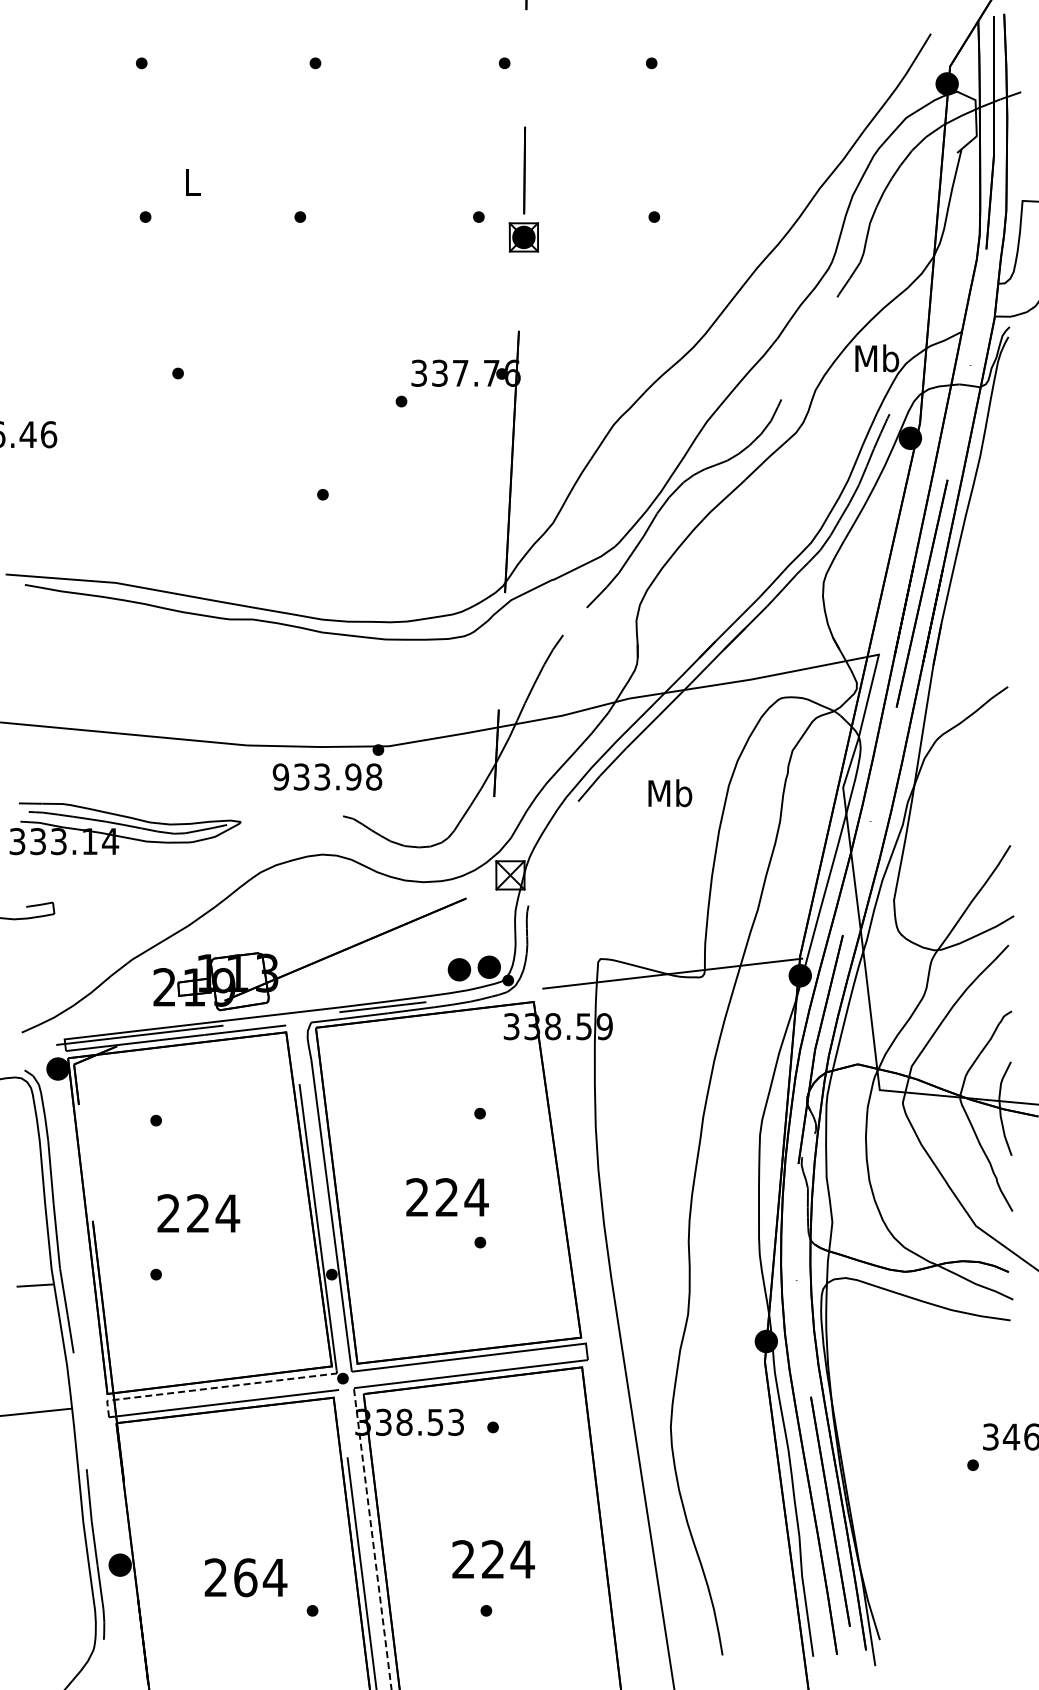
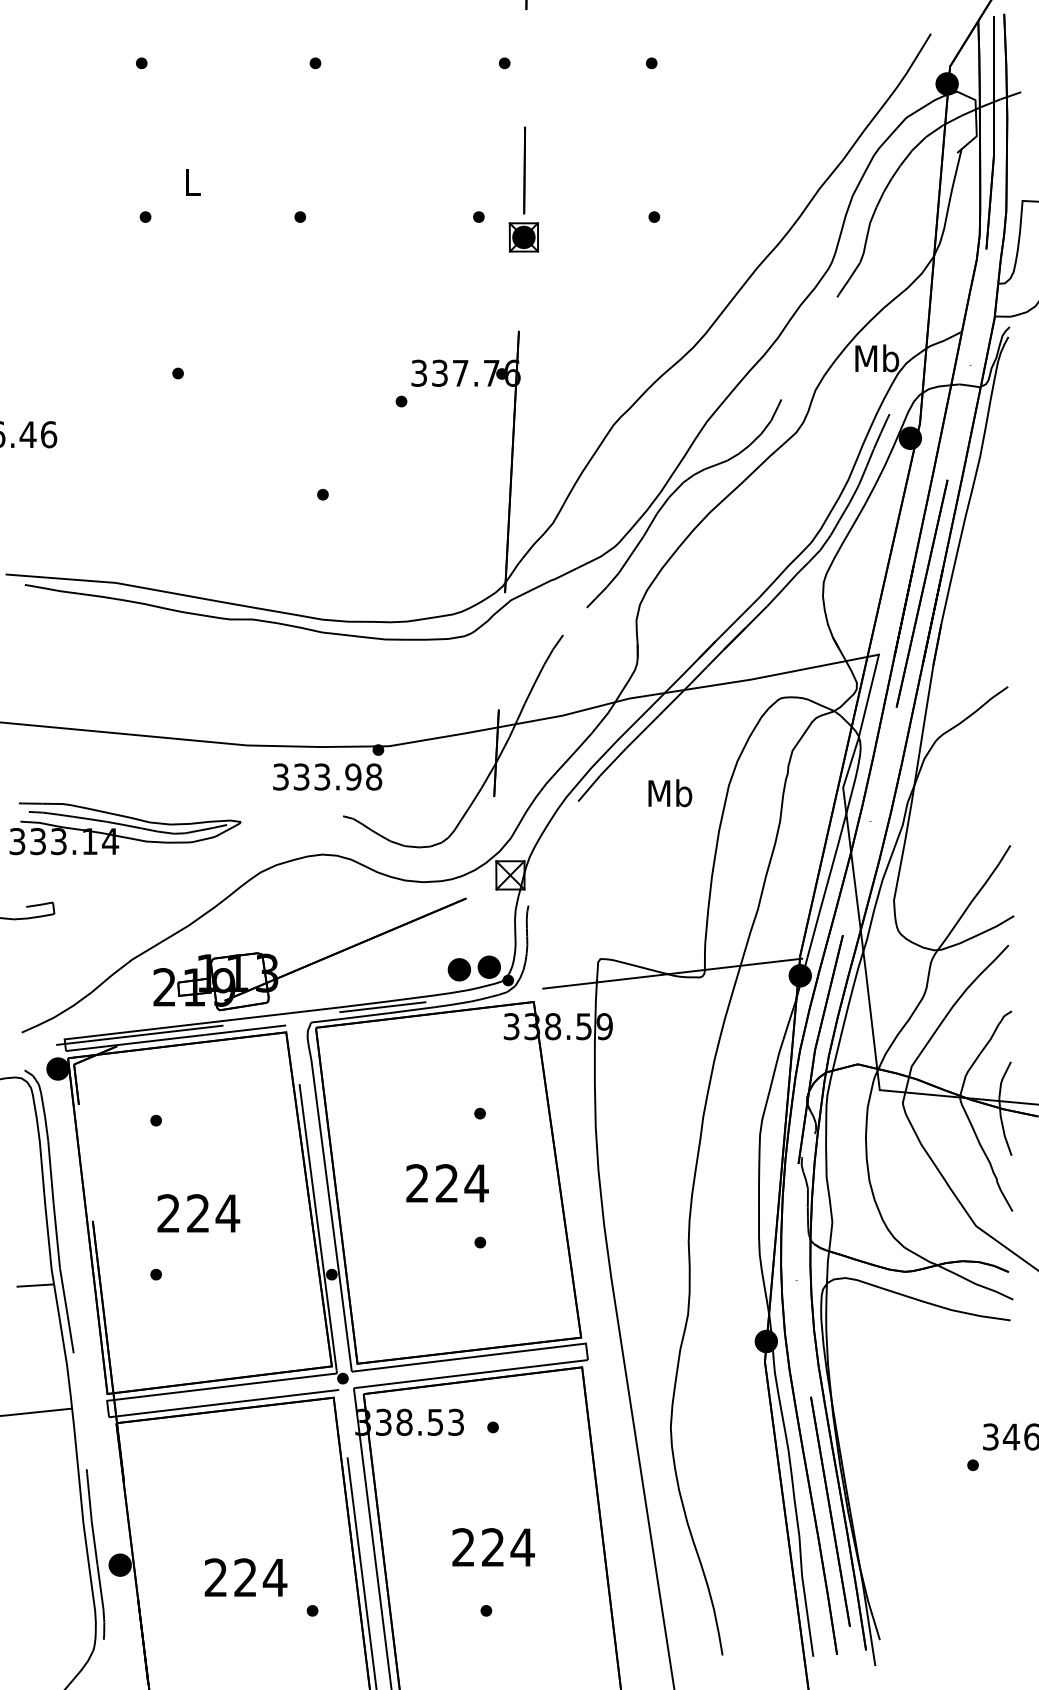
text at (280, 776): 933.98 -> 333.98
text at (447, 1197) position: (447, 1197) -> (447, 1183)
line at (213, 1388): dashed -> solid
line at (372, 1538): dashed -> solid
text at (493, 1559) position: (493, 1559) -> (493, 1547)
text at (245, 1577): 264 -> 224
